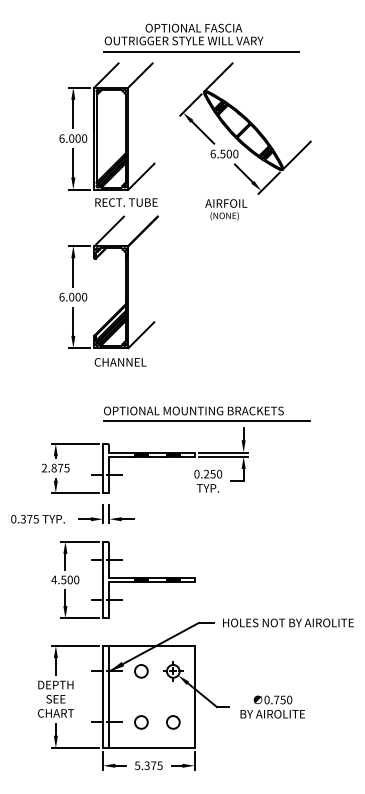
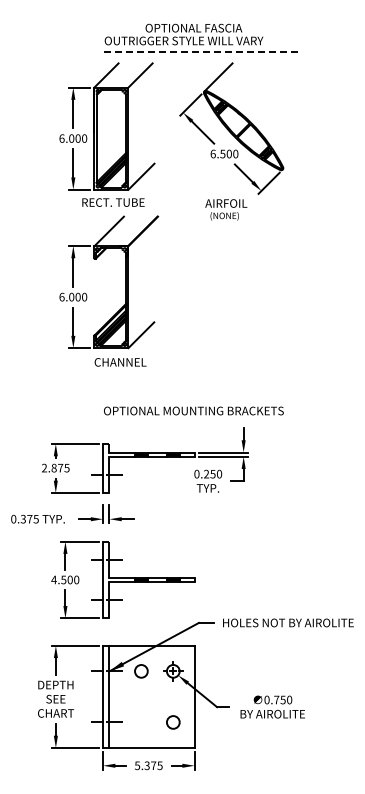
line at (202, 51): solid -> dashed
line at (296, 155): present -> none
text at (126, 202) position: (126, 202) -> (113, 202)
line at (207, 420): present -> none
circle at (141, 722): present -> none
